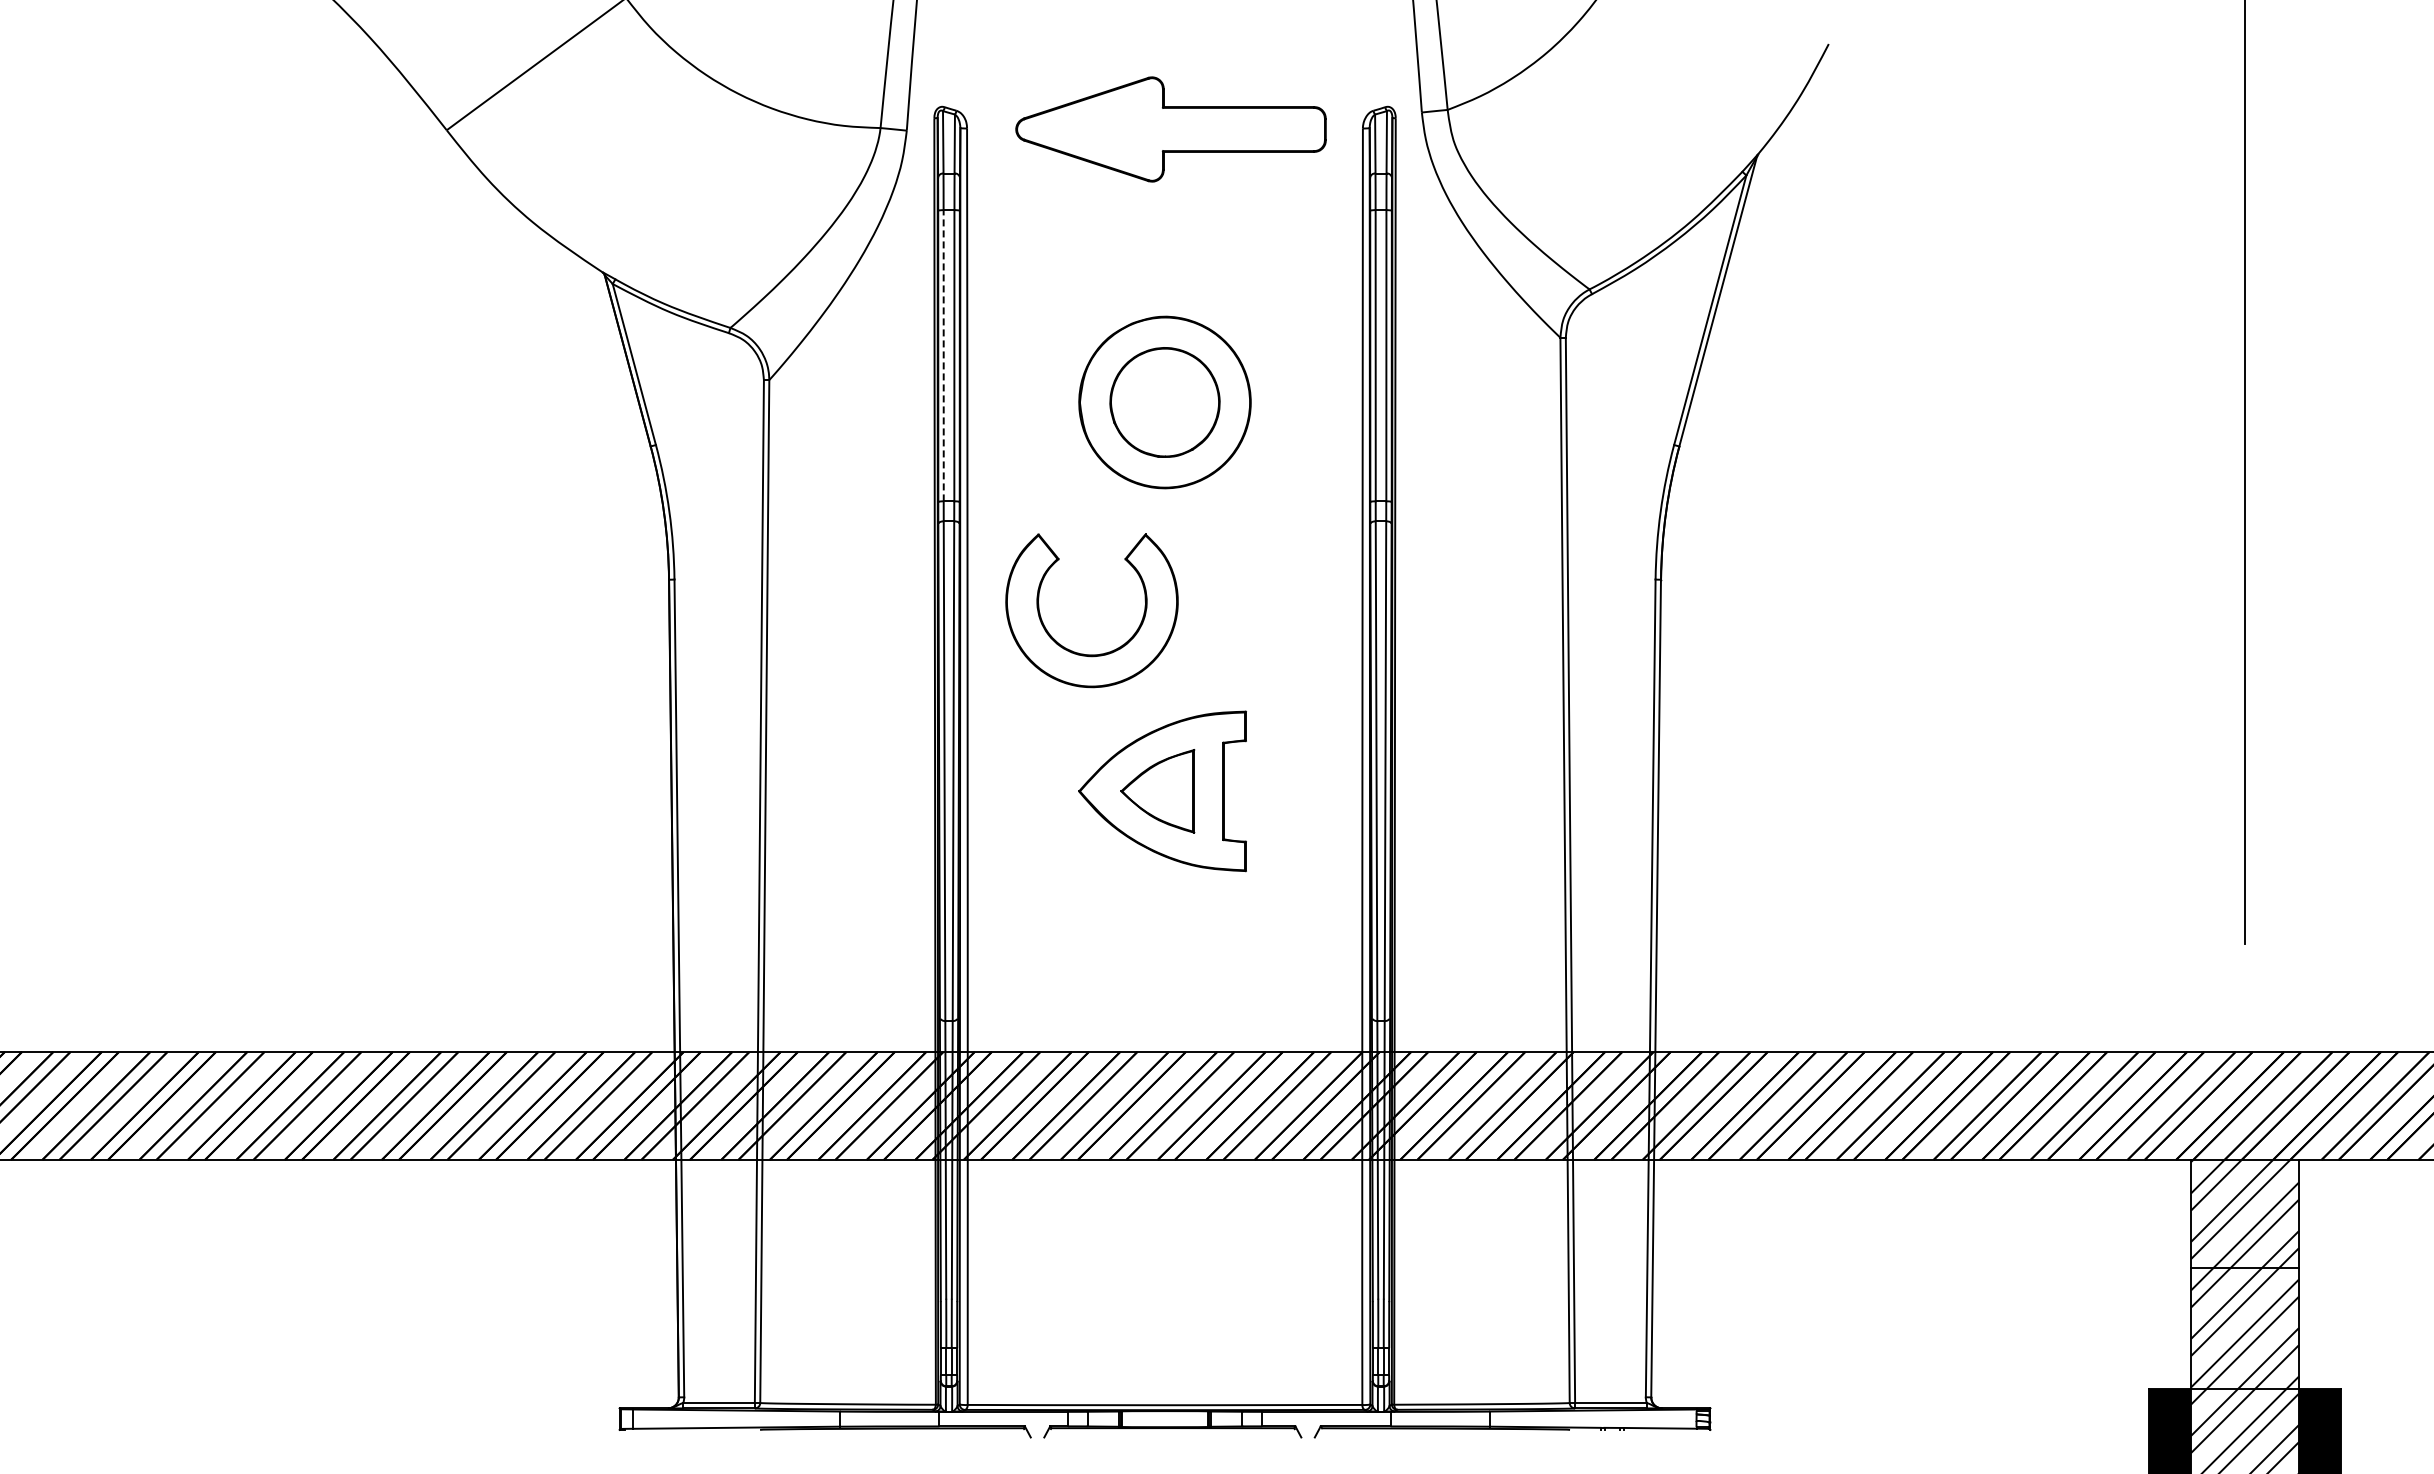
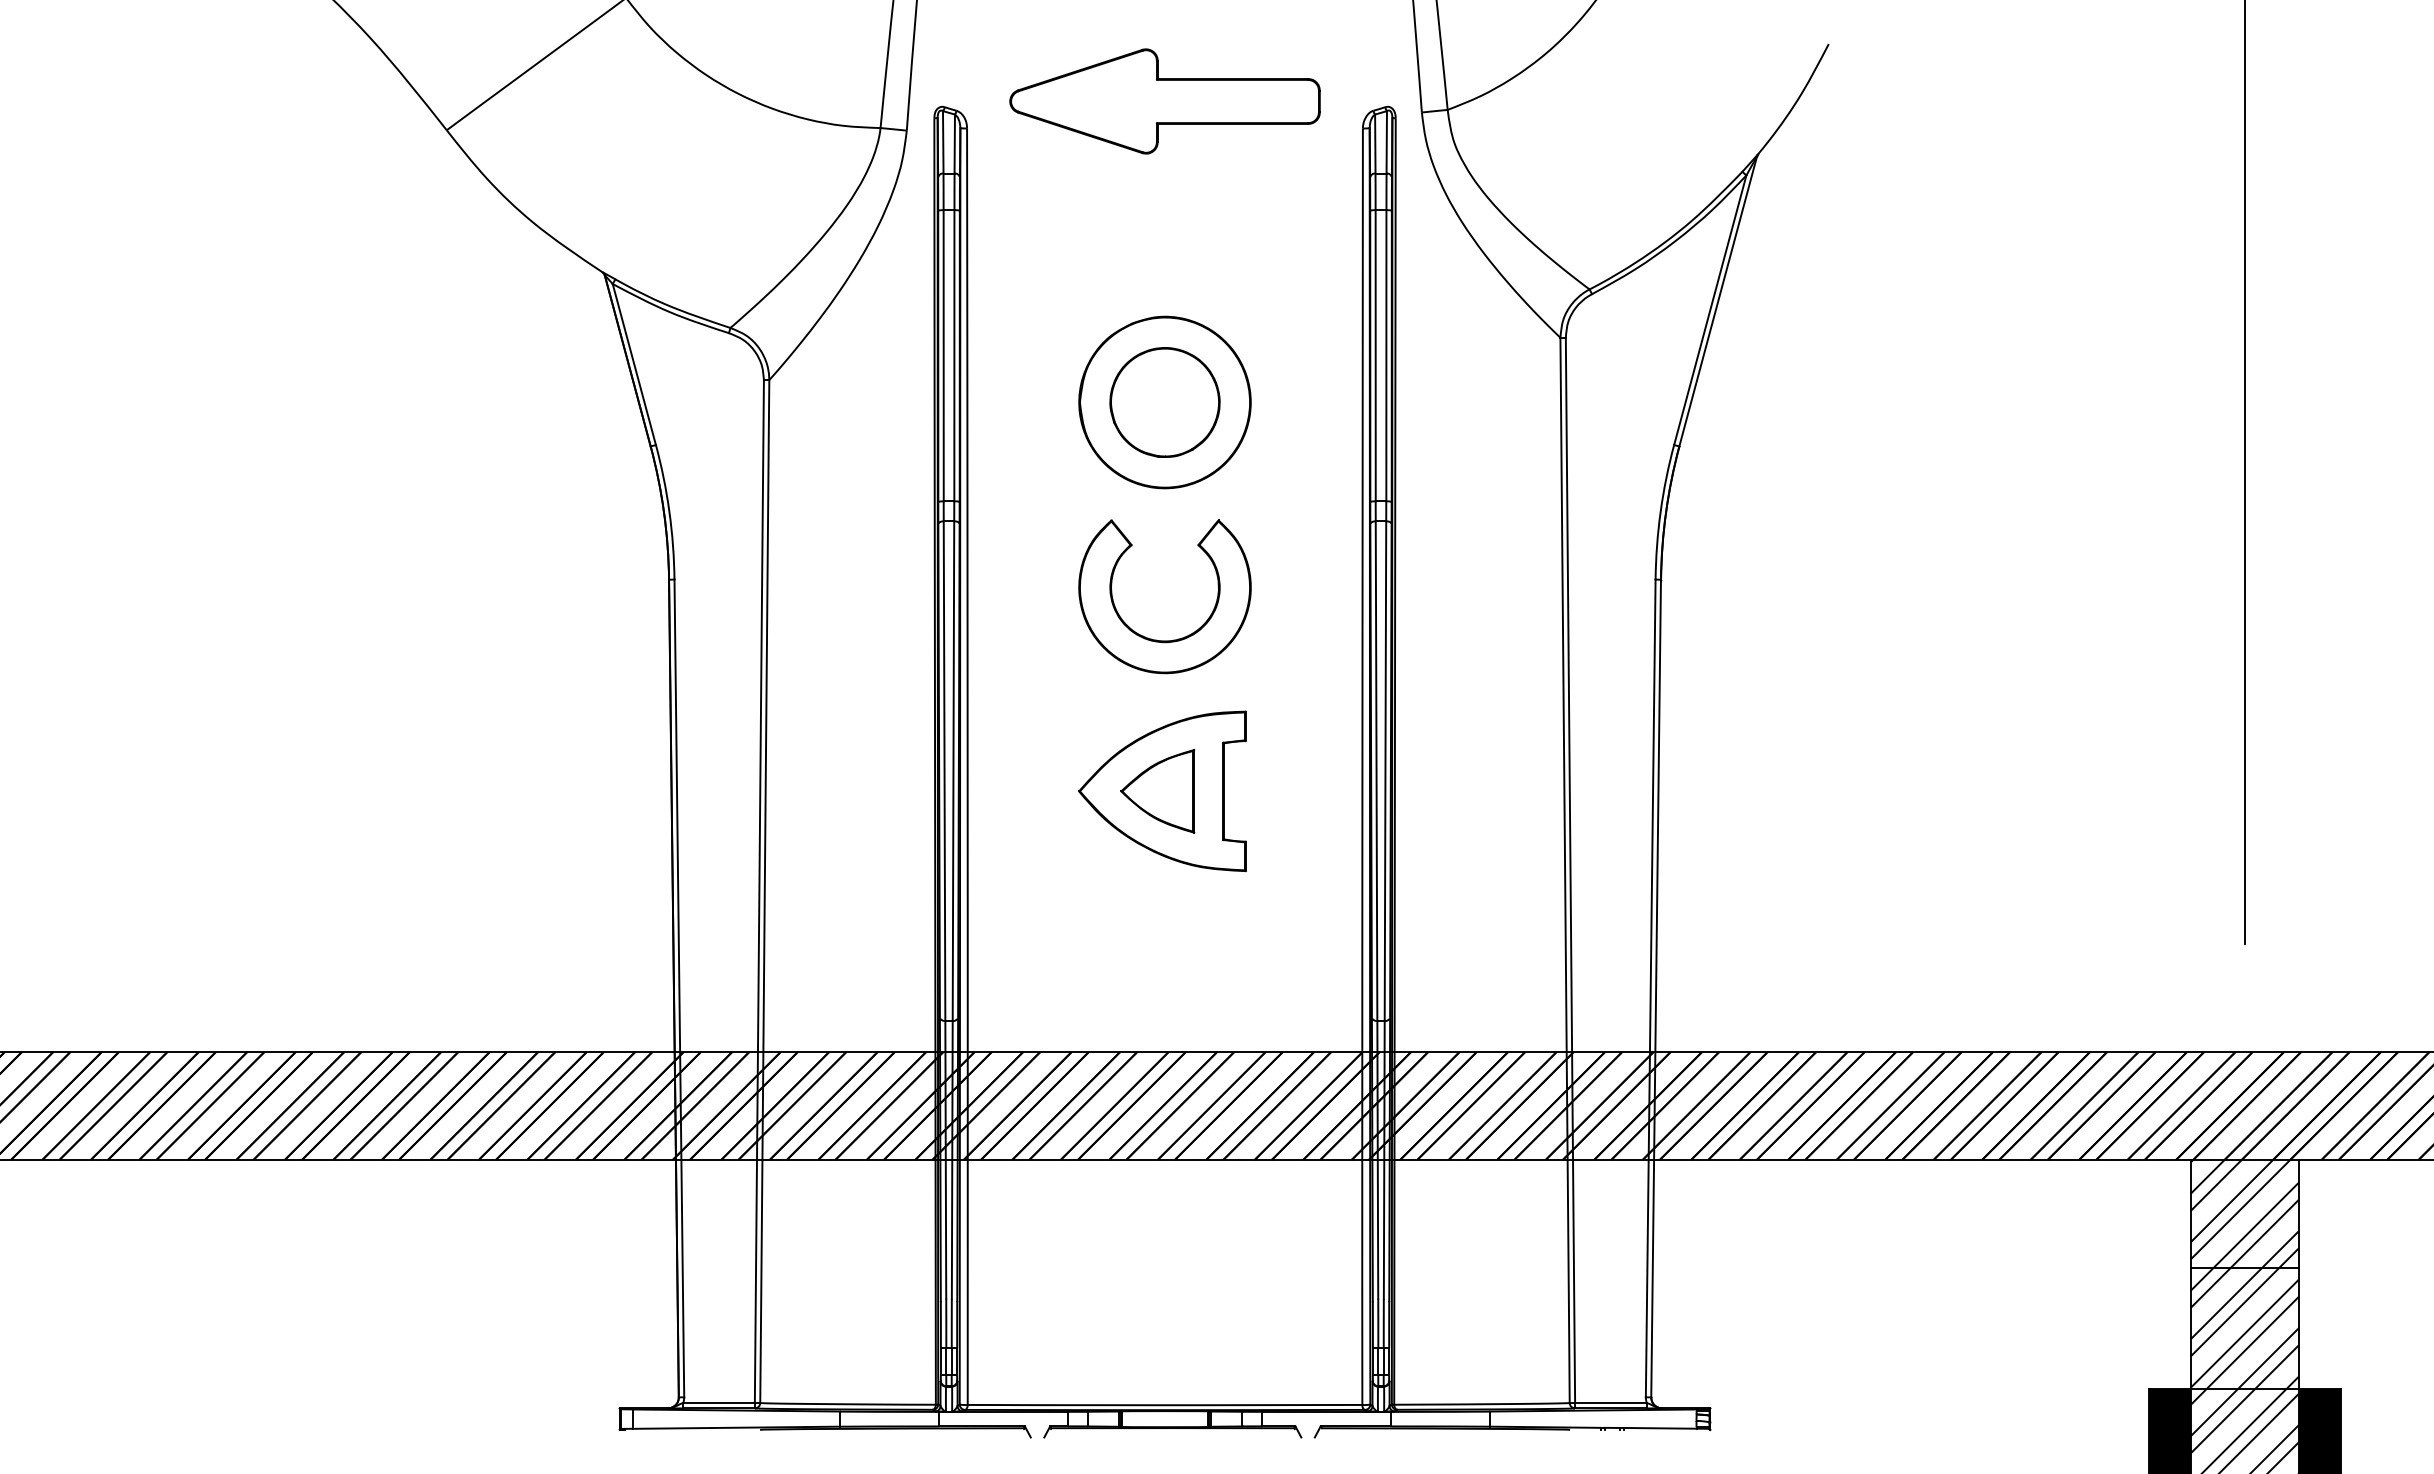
part at (1170, 129) position: (1170, 129) -> (1164, 101)
line at (943, 355): dashed -> solid
part at (1083, 653) position: (1083, 653) -> (1156, 639)
